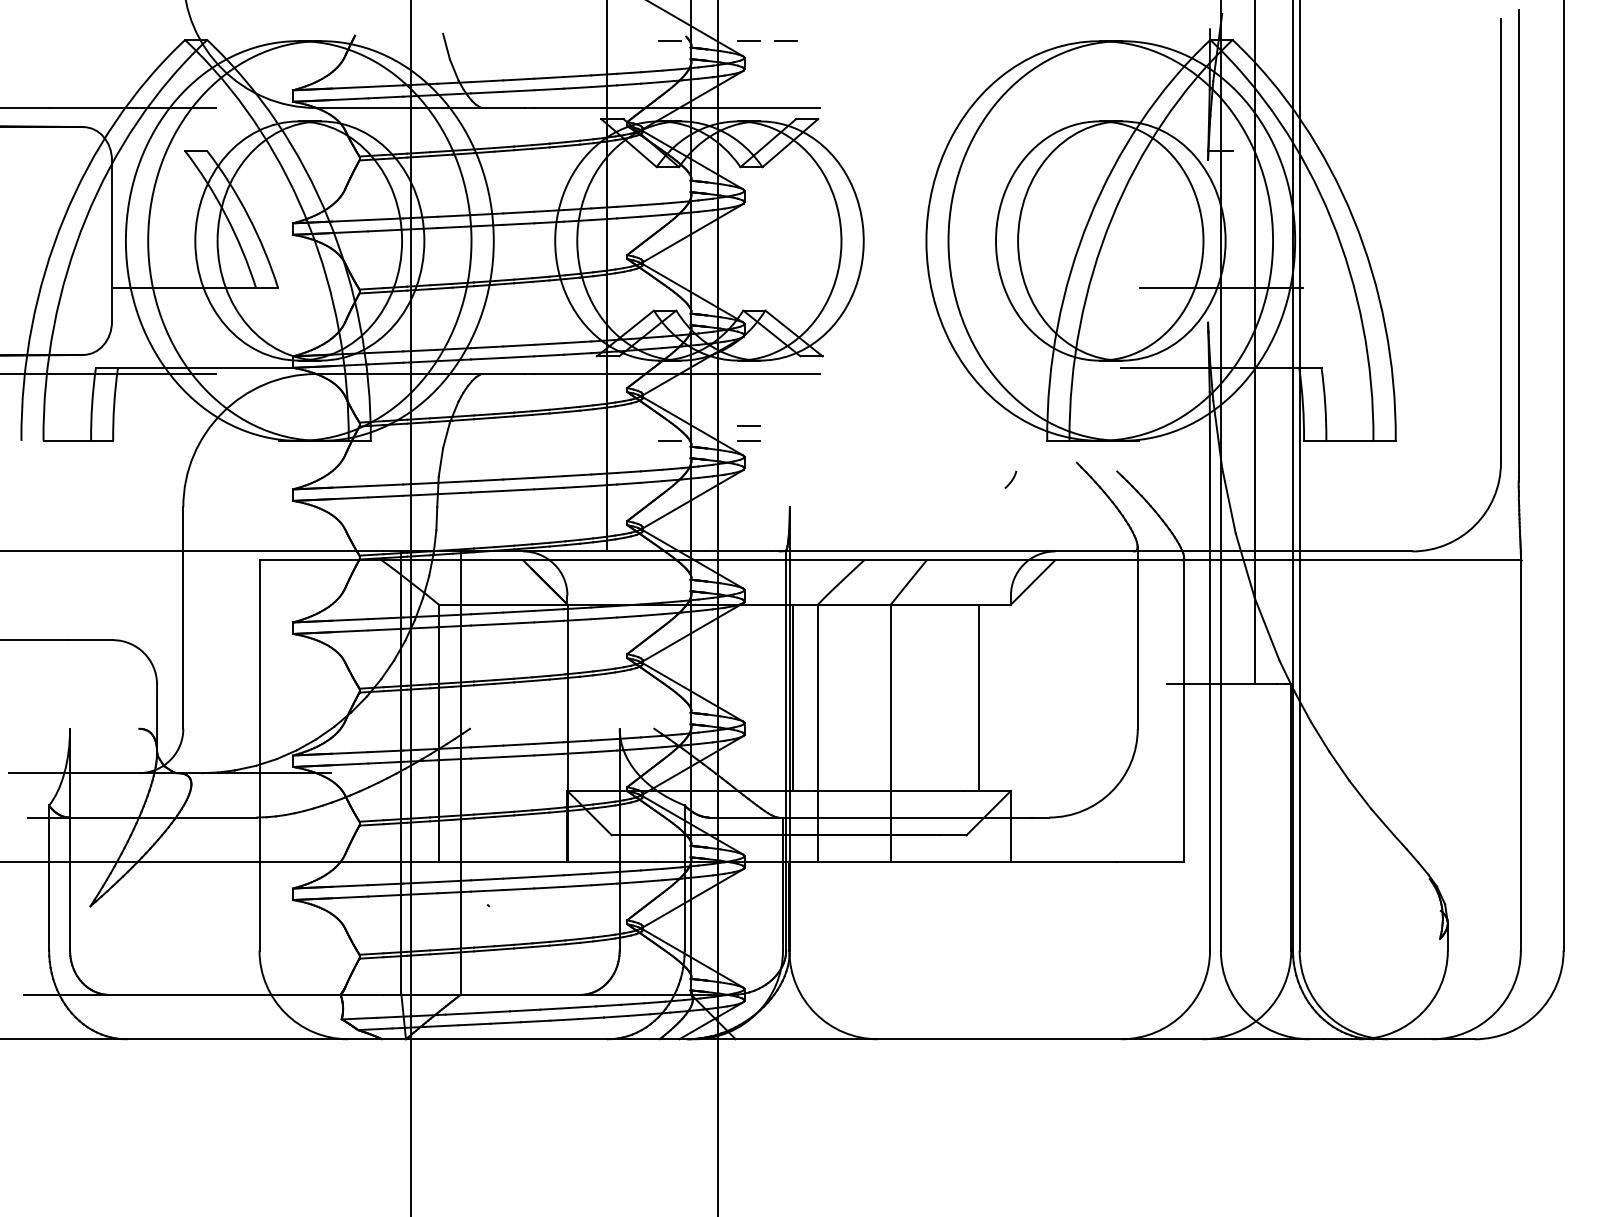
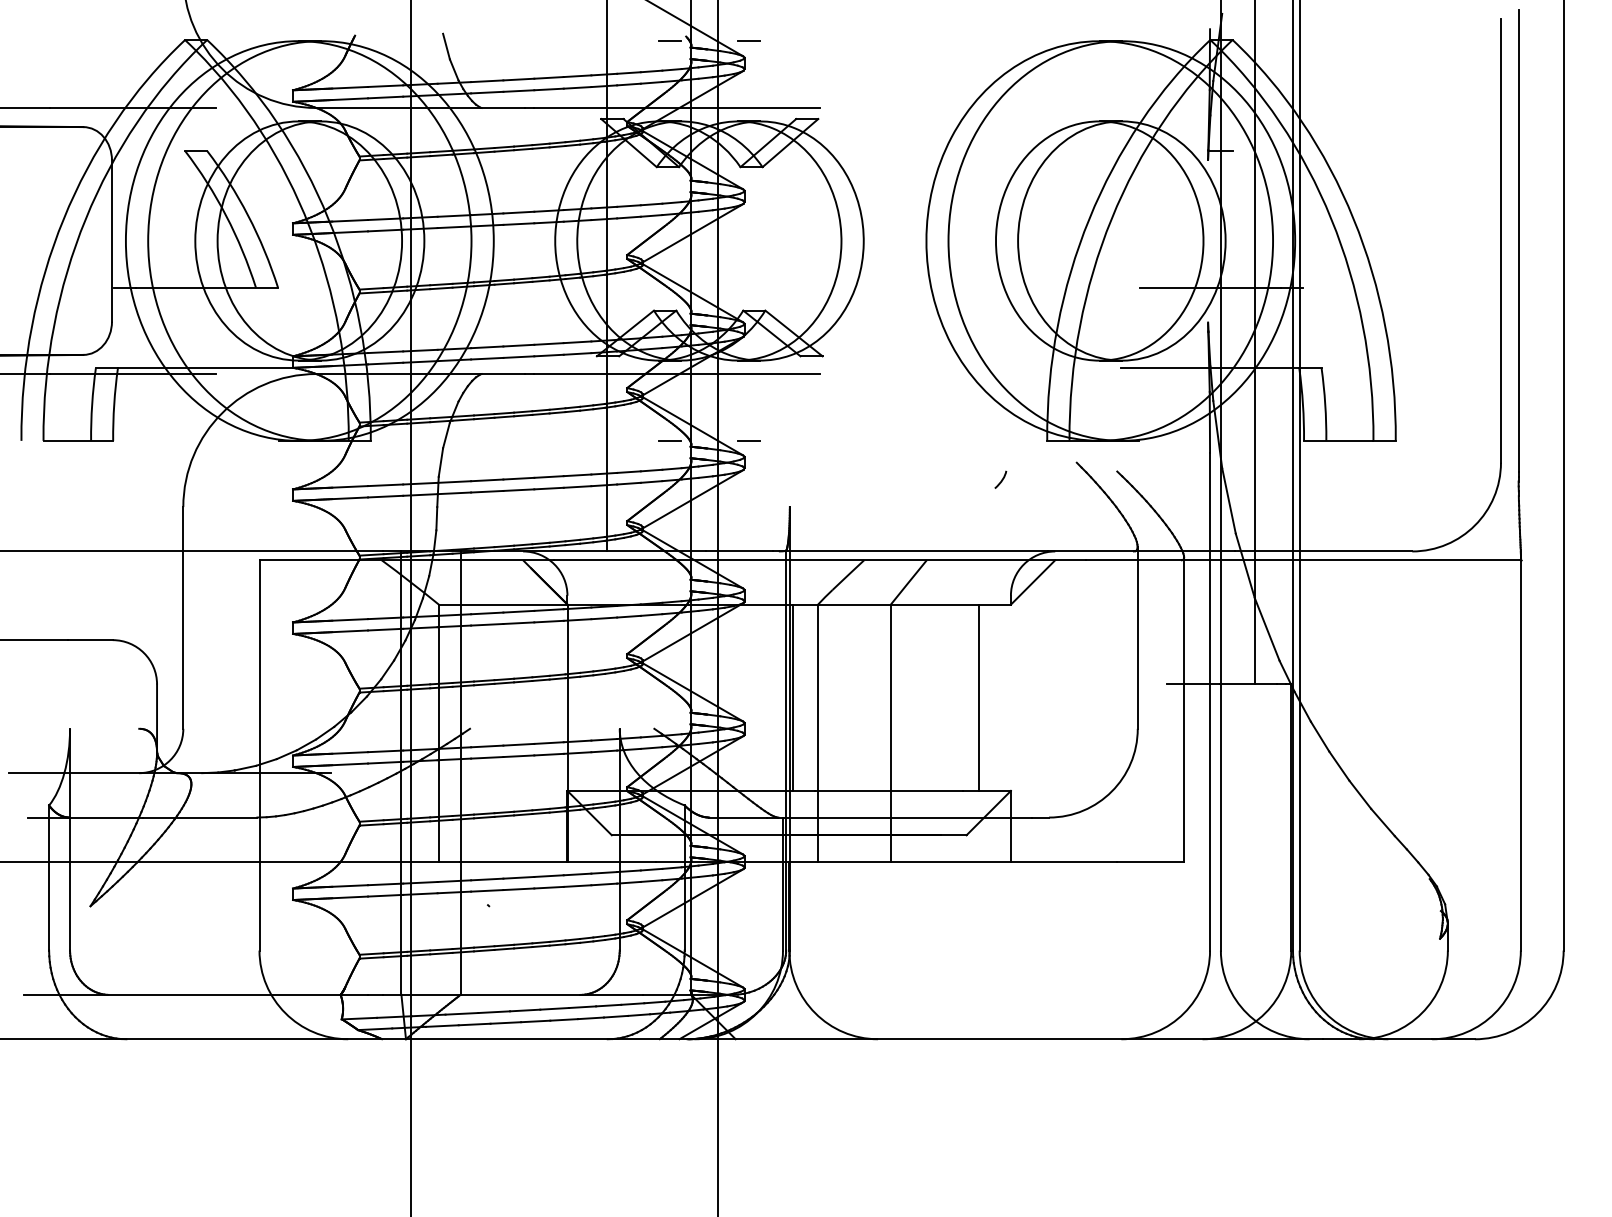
line at (785, 40): present -> none
line at (748, 425): present -> none
curve at (1011, 479) position: (1011, 479) -> (1001, 479)
